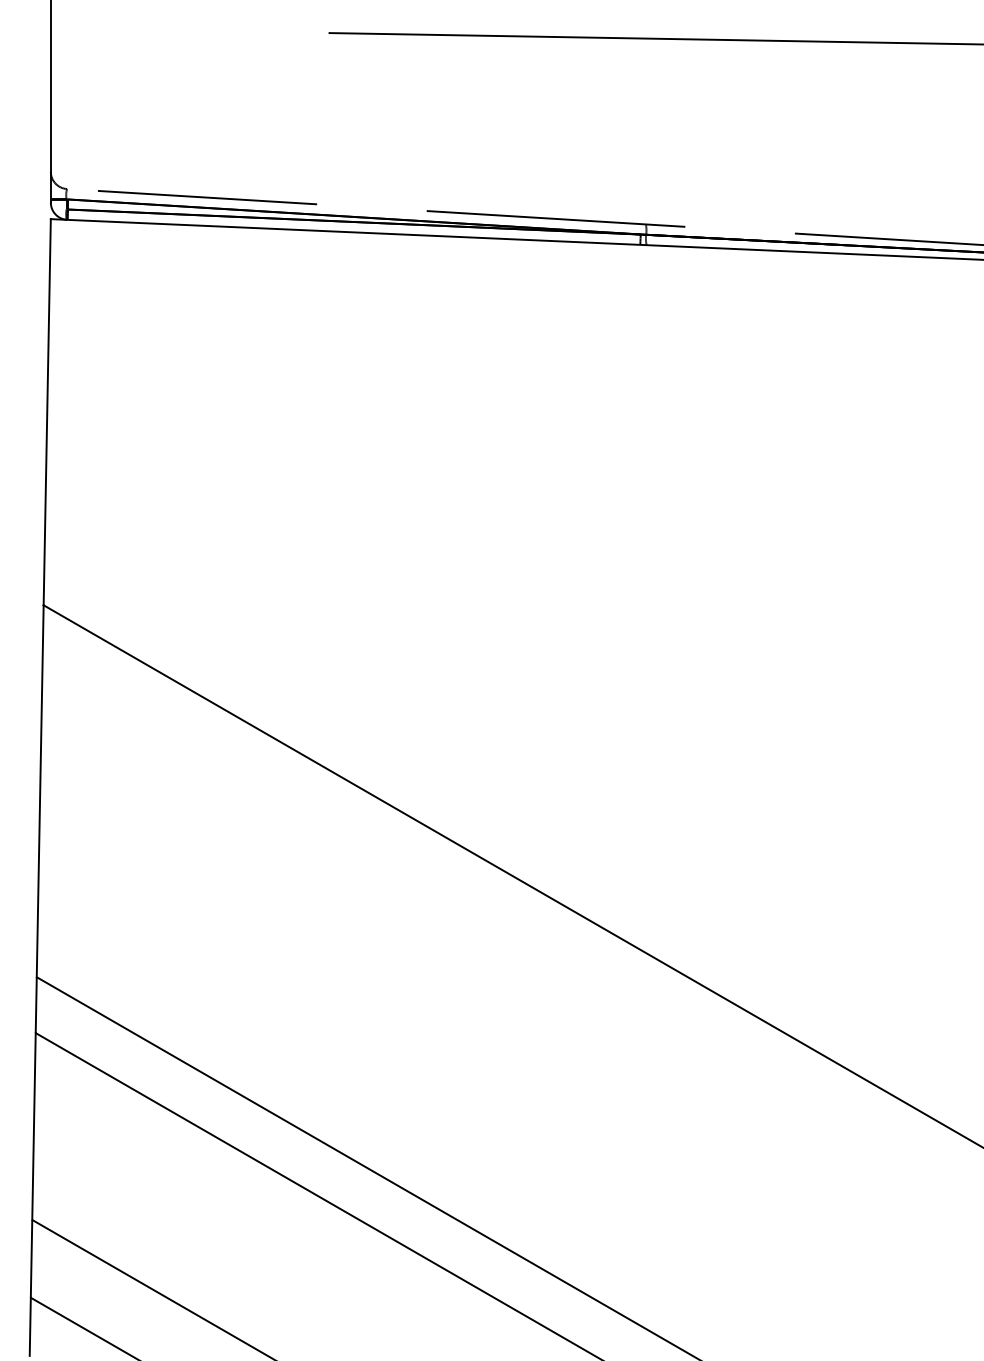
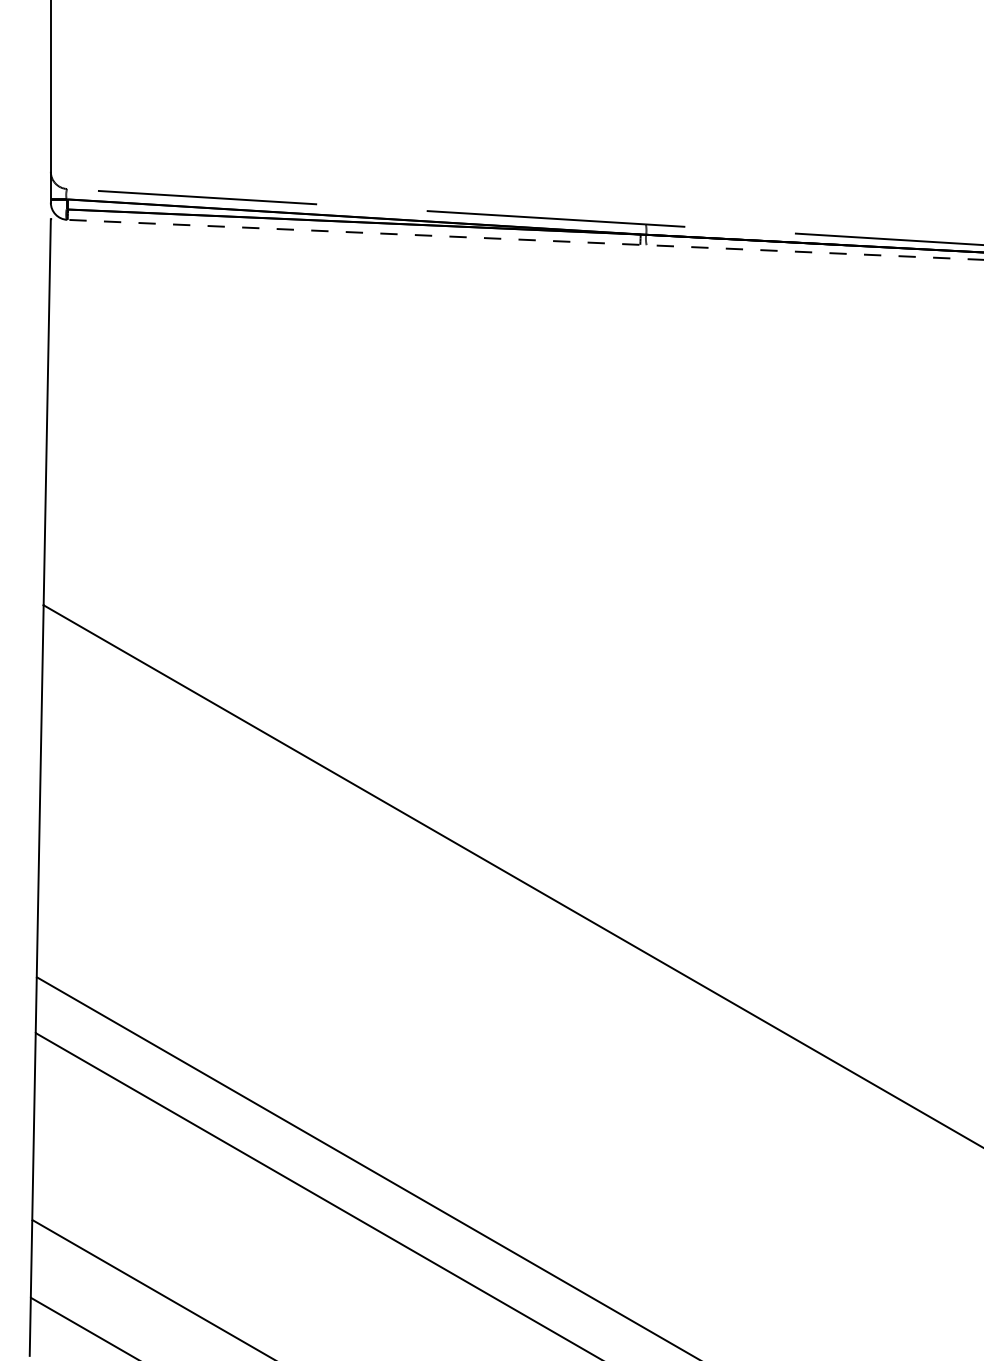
line at (654, 38): present -> none
line at (517, 239): solid -> dashed
